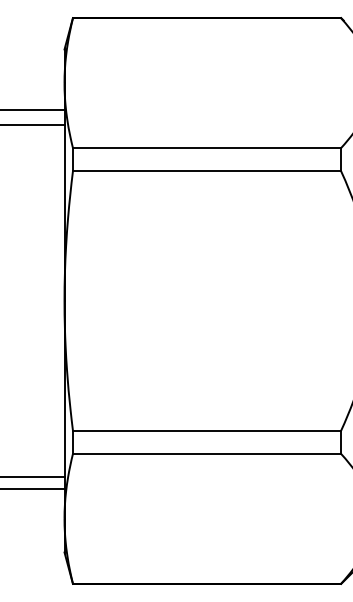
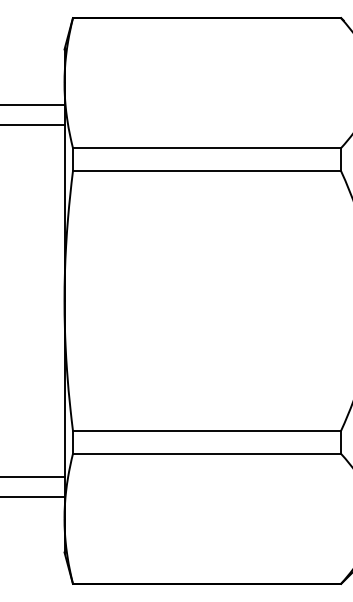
line at (33, 110) position: (33, 110) -> (33, 105)
line at (33, 488) position: (33, 488) -> (33, 496)
